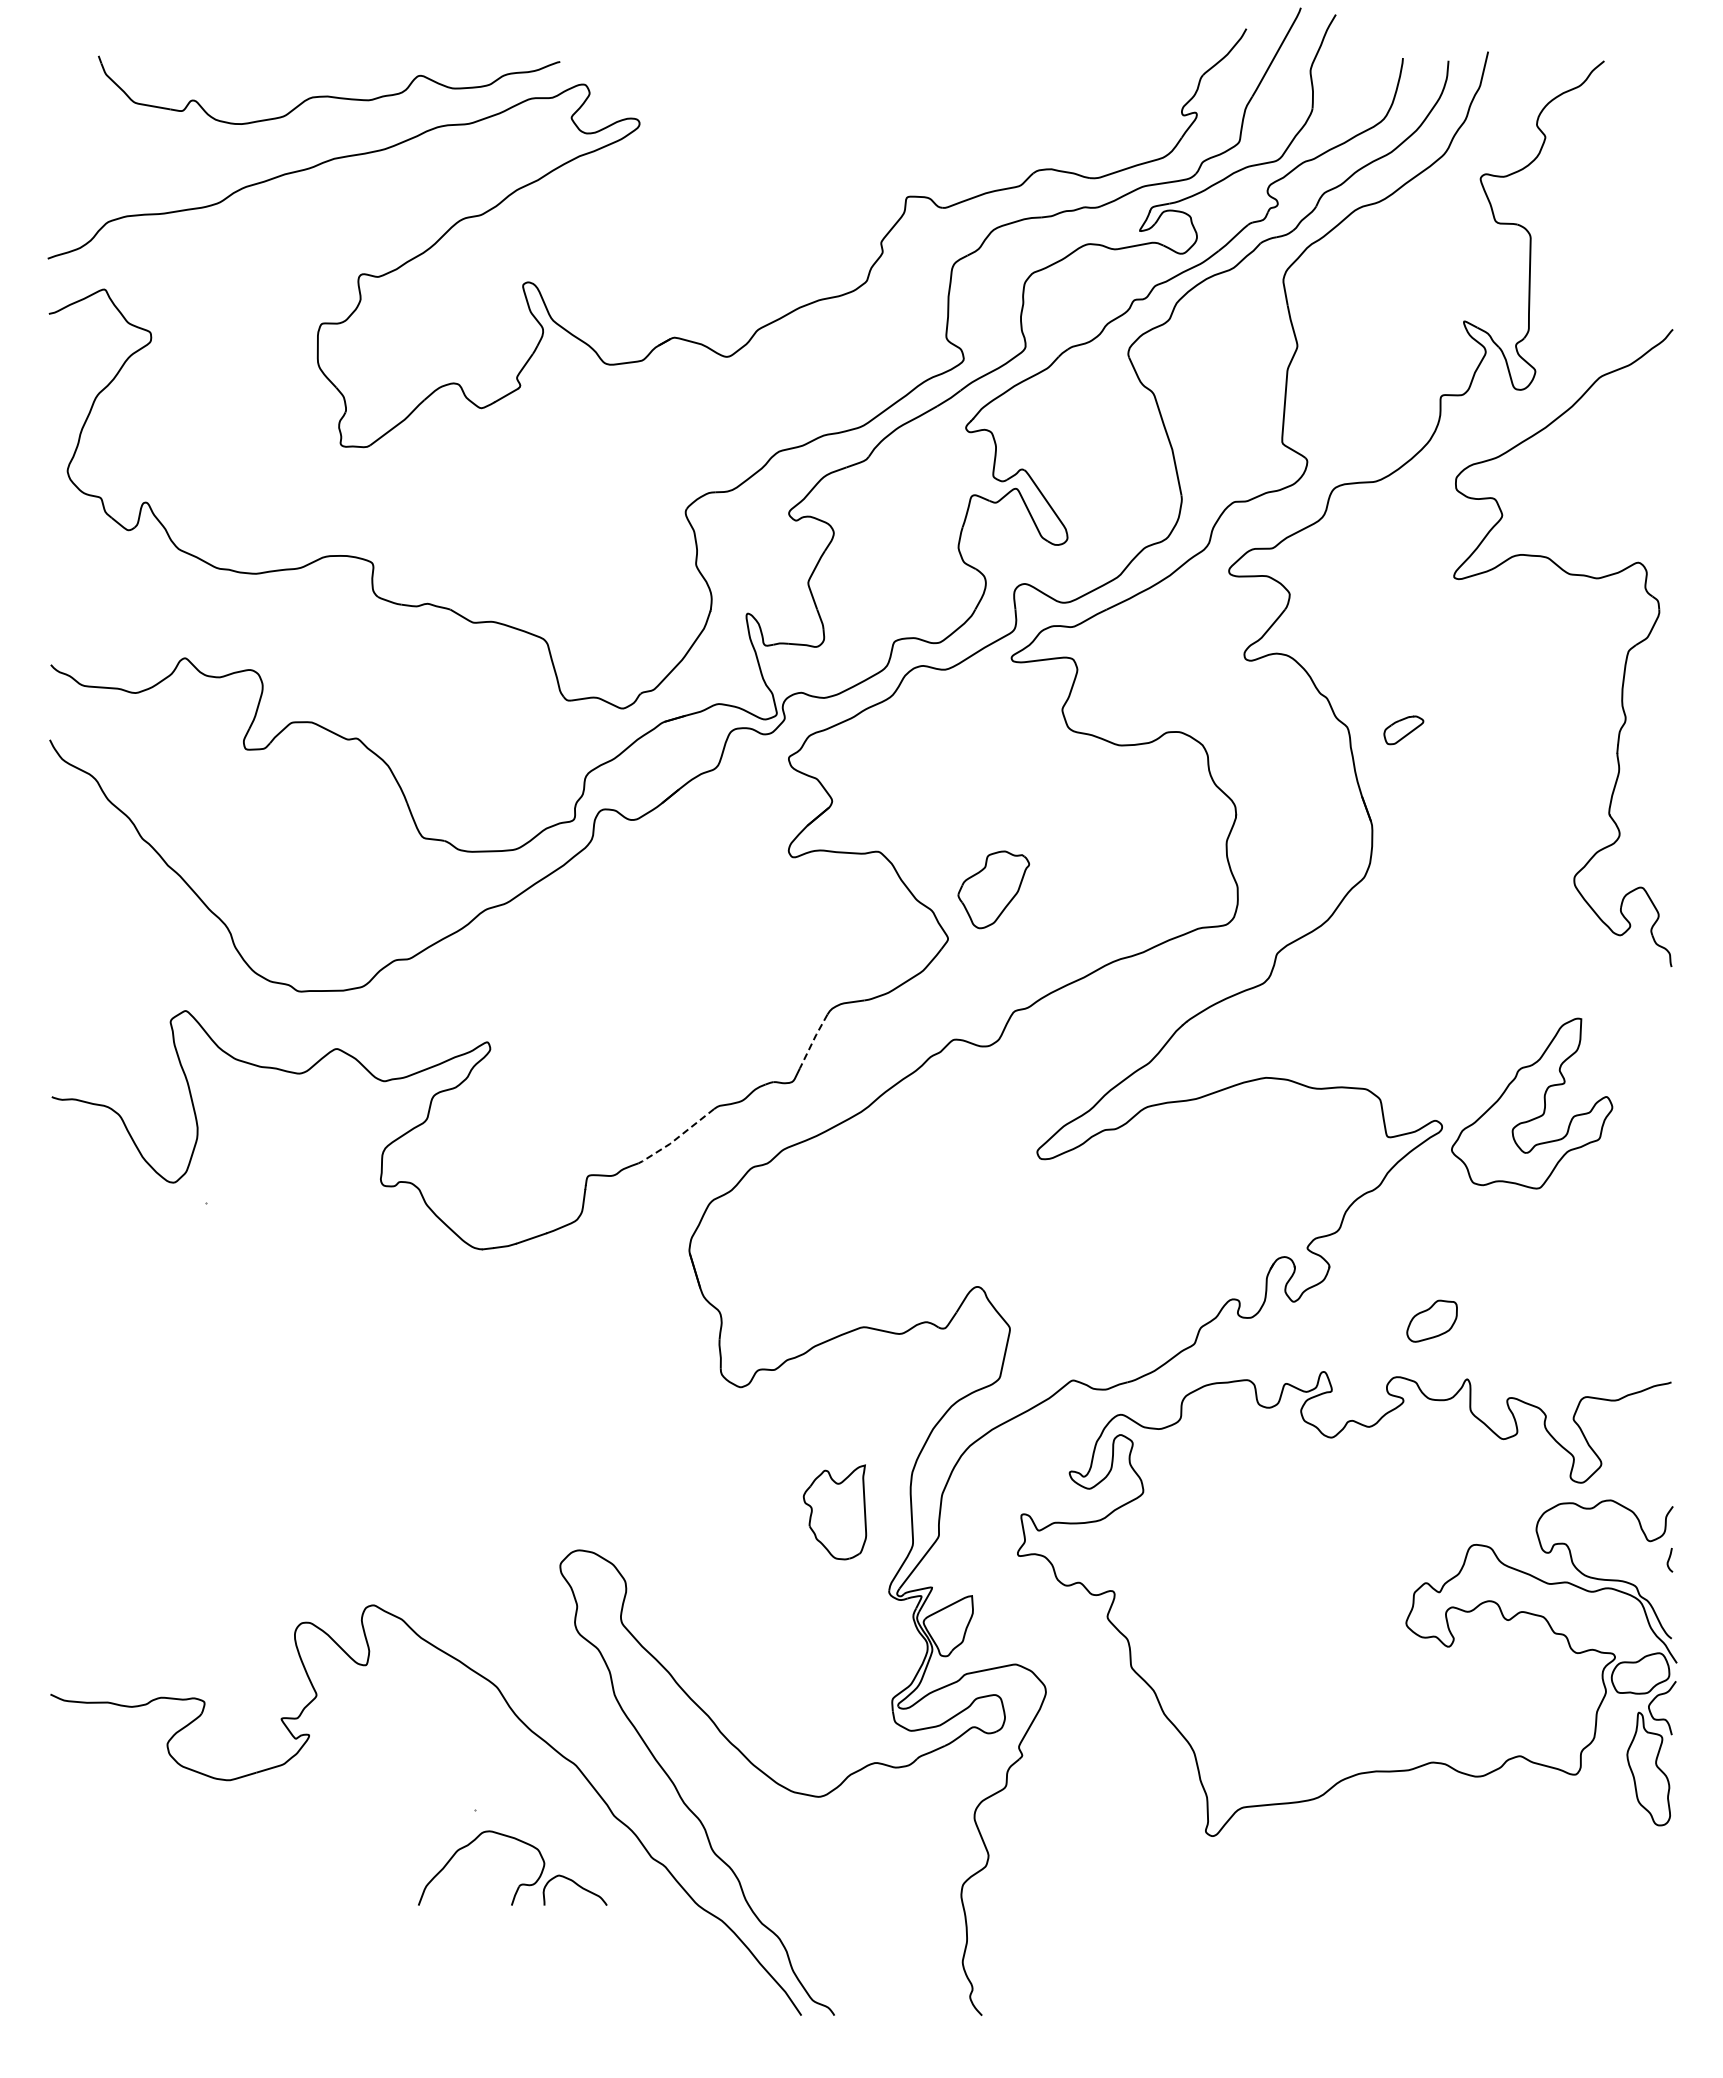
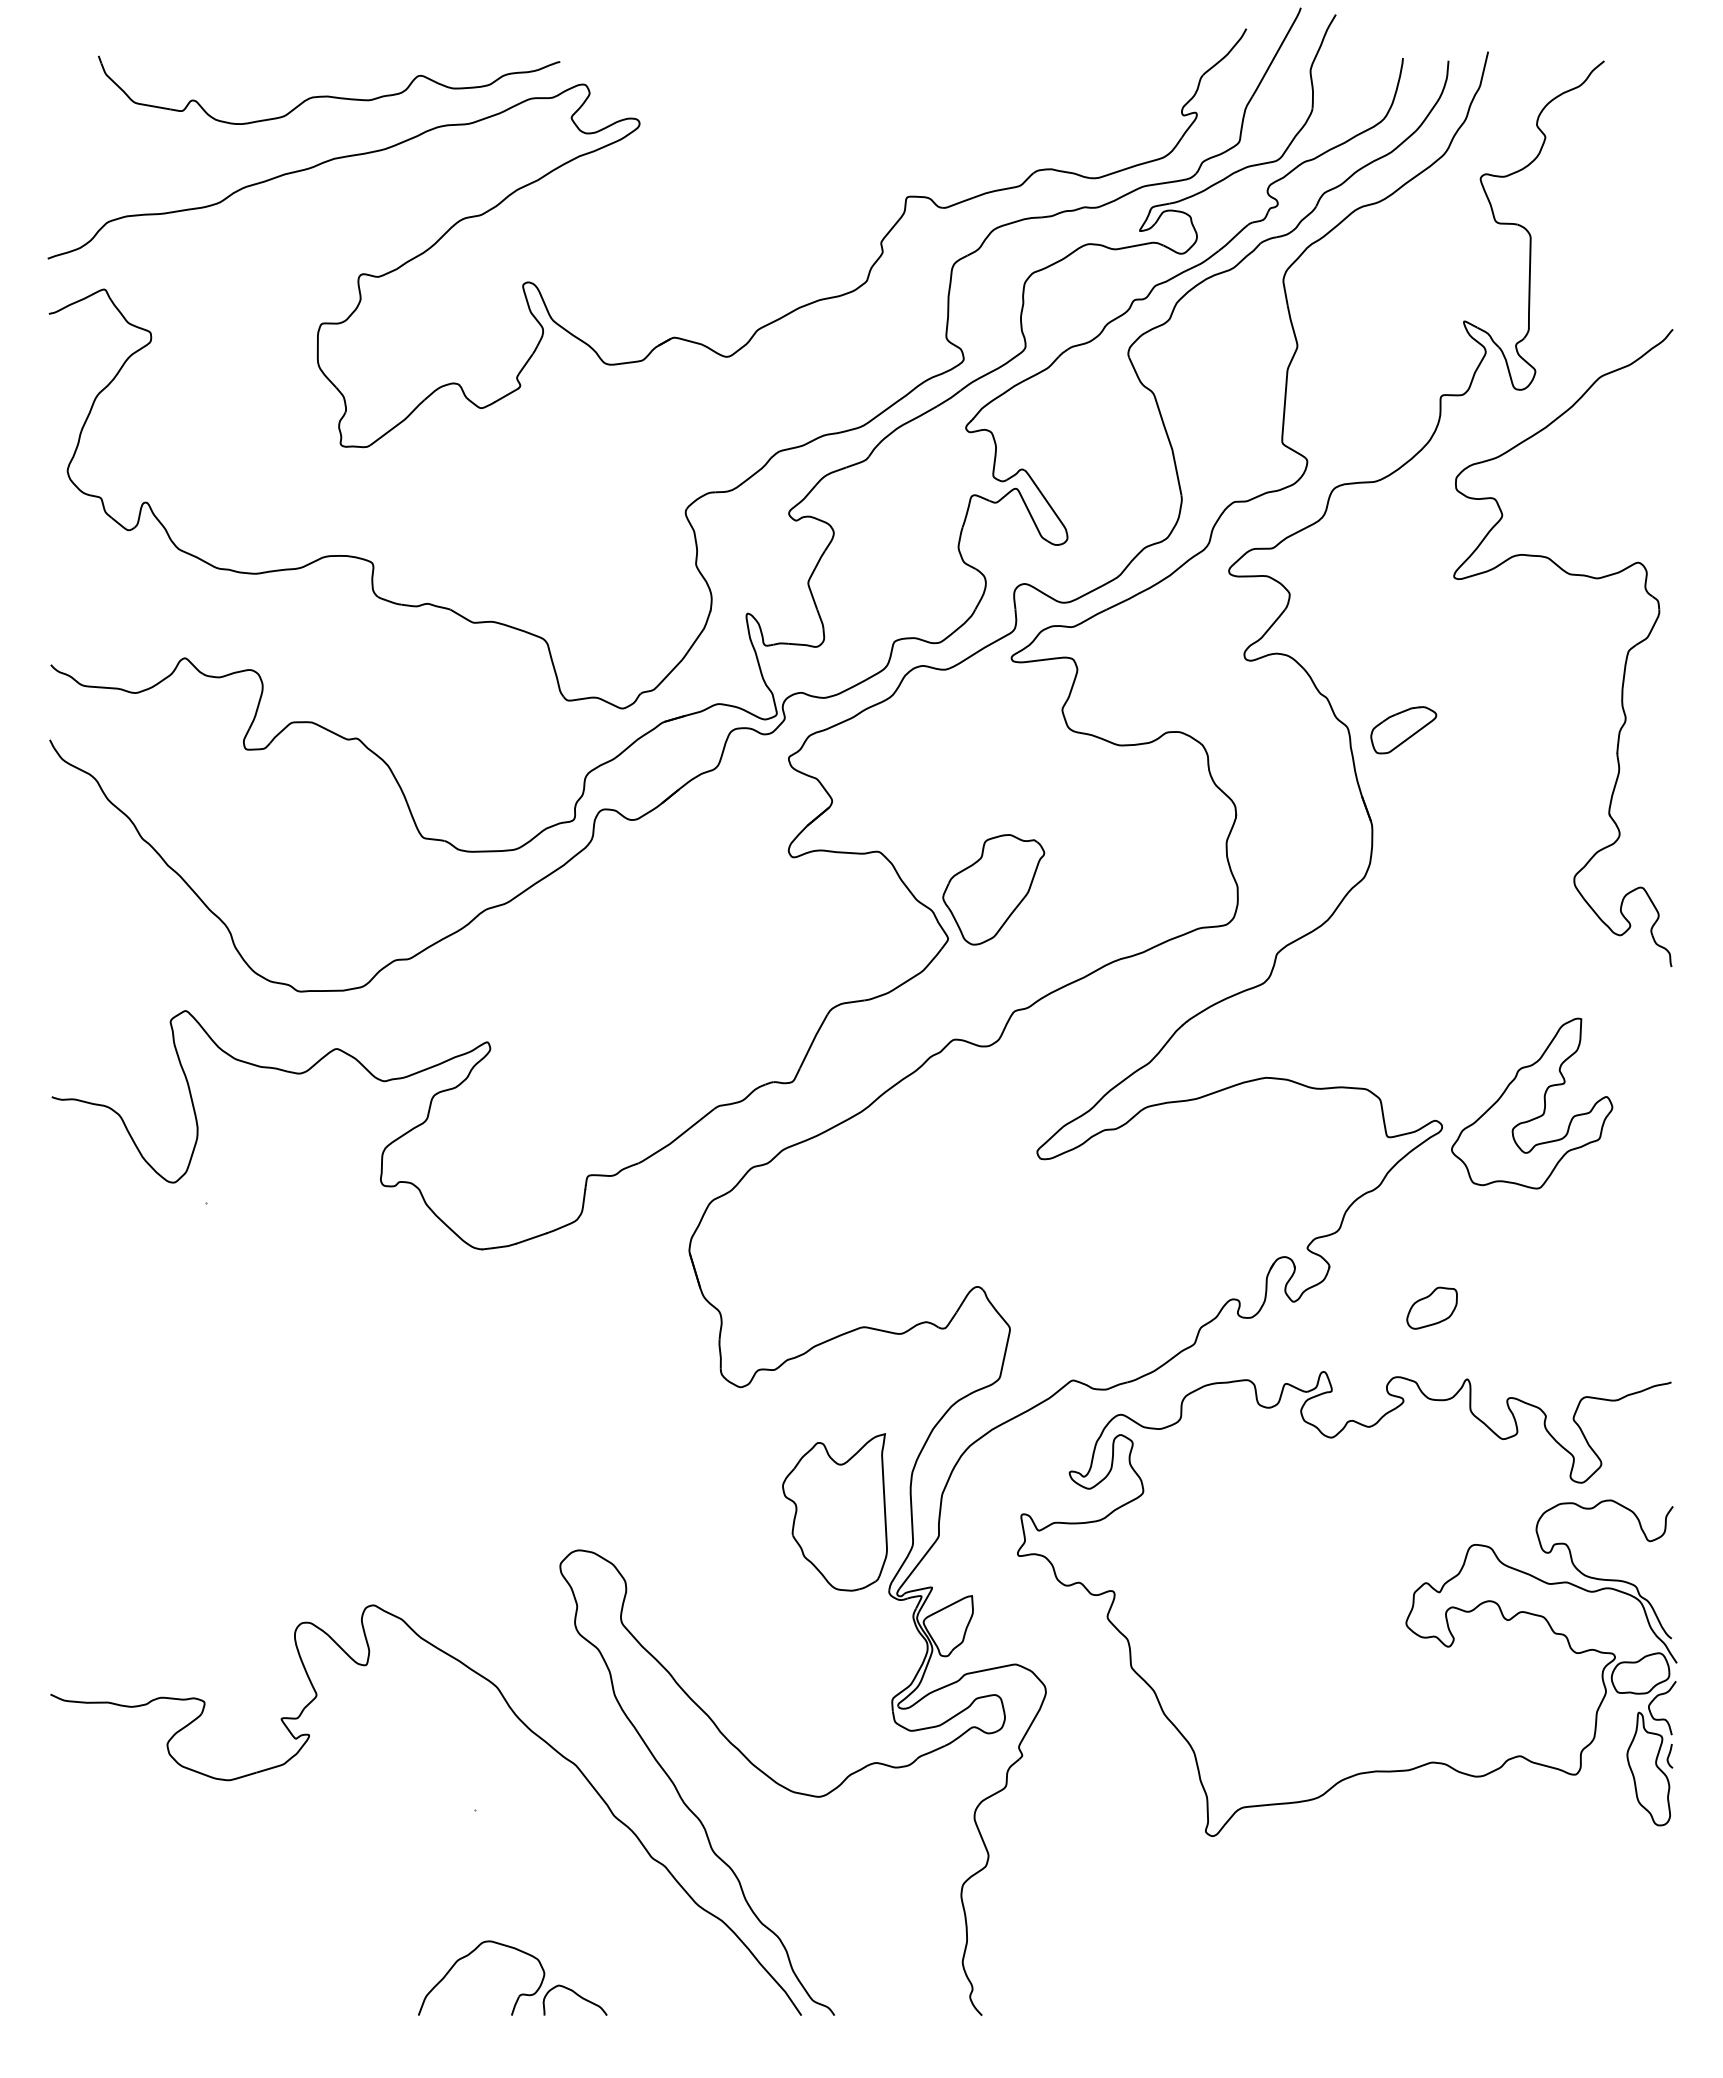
part at (1403, 730) size: 42x31 px -> 68x49 px
part at (993, 889) size: 74x80 px -> 104x112 px
line at (813, 1041): dashed -> solid
line at (676, 1139): dashed -> solid
part at (1431, 1320) position: (1431, 1320) -> (1431, 1307)
part at (834, 1512) size: 66x97 px -> 106x159 px
curve at (1669, 1560) position: (1669, 1560) -> (1669, 1756)
part at (521, 1883) position: (521, 1883) -> (521, 1993)
